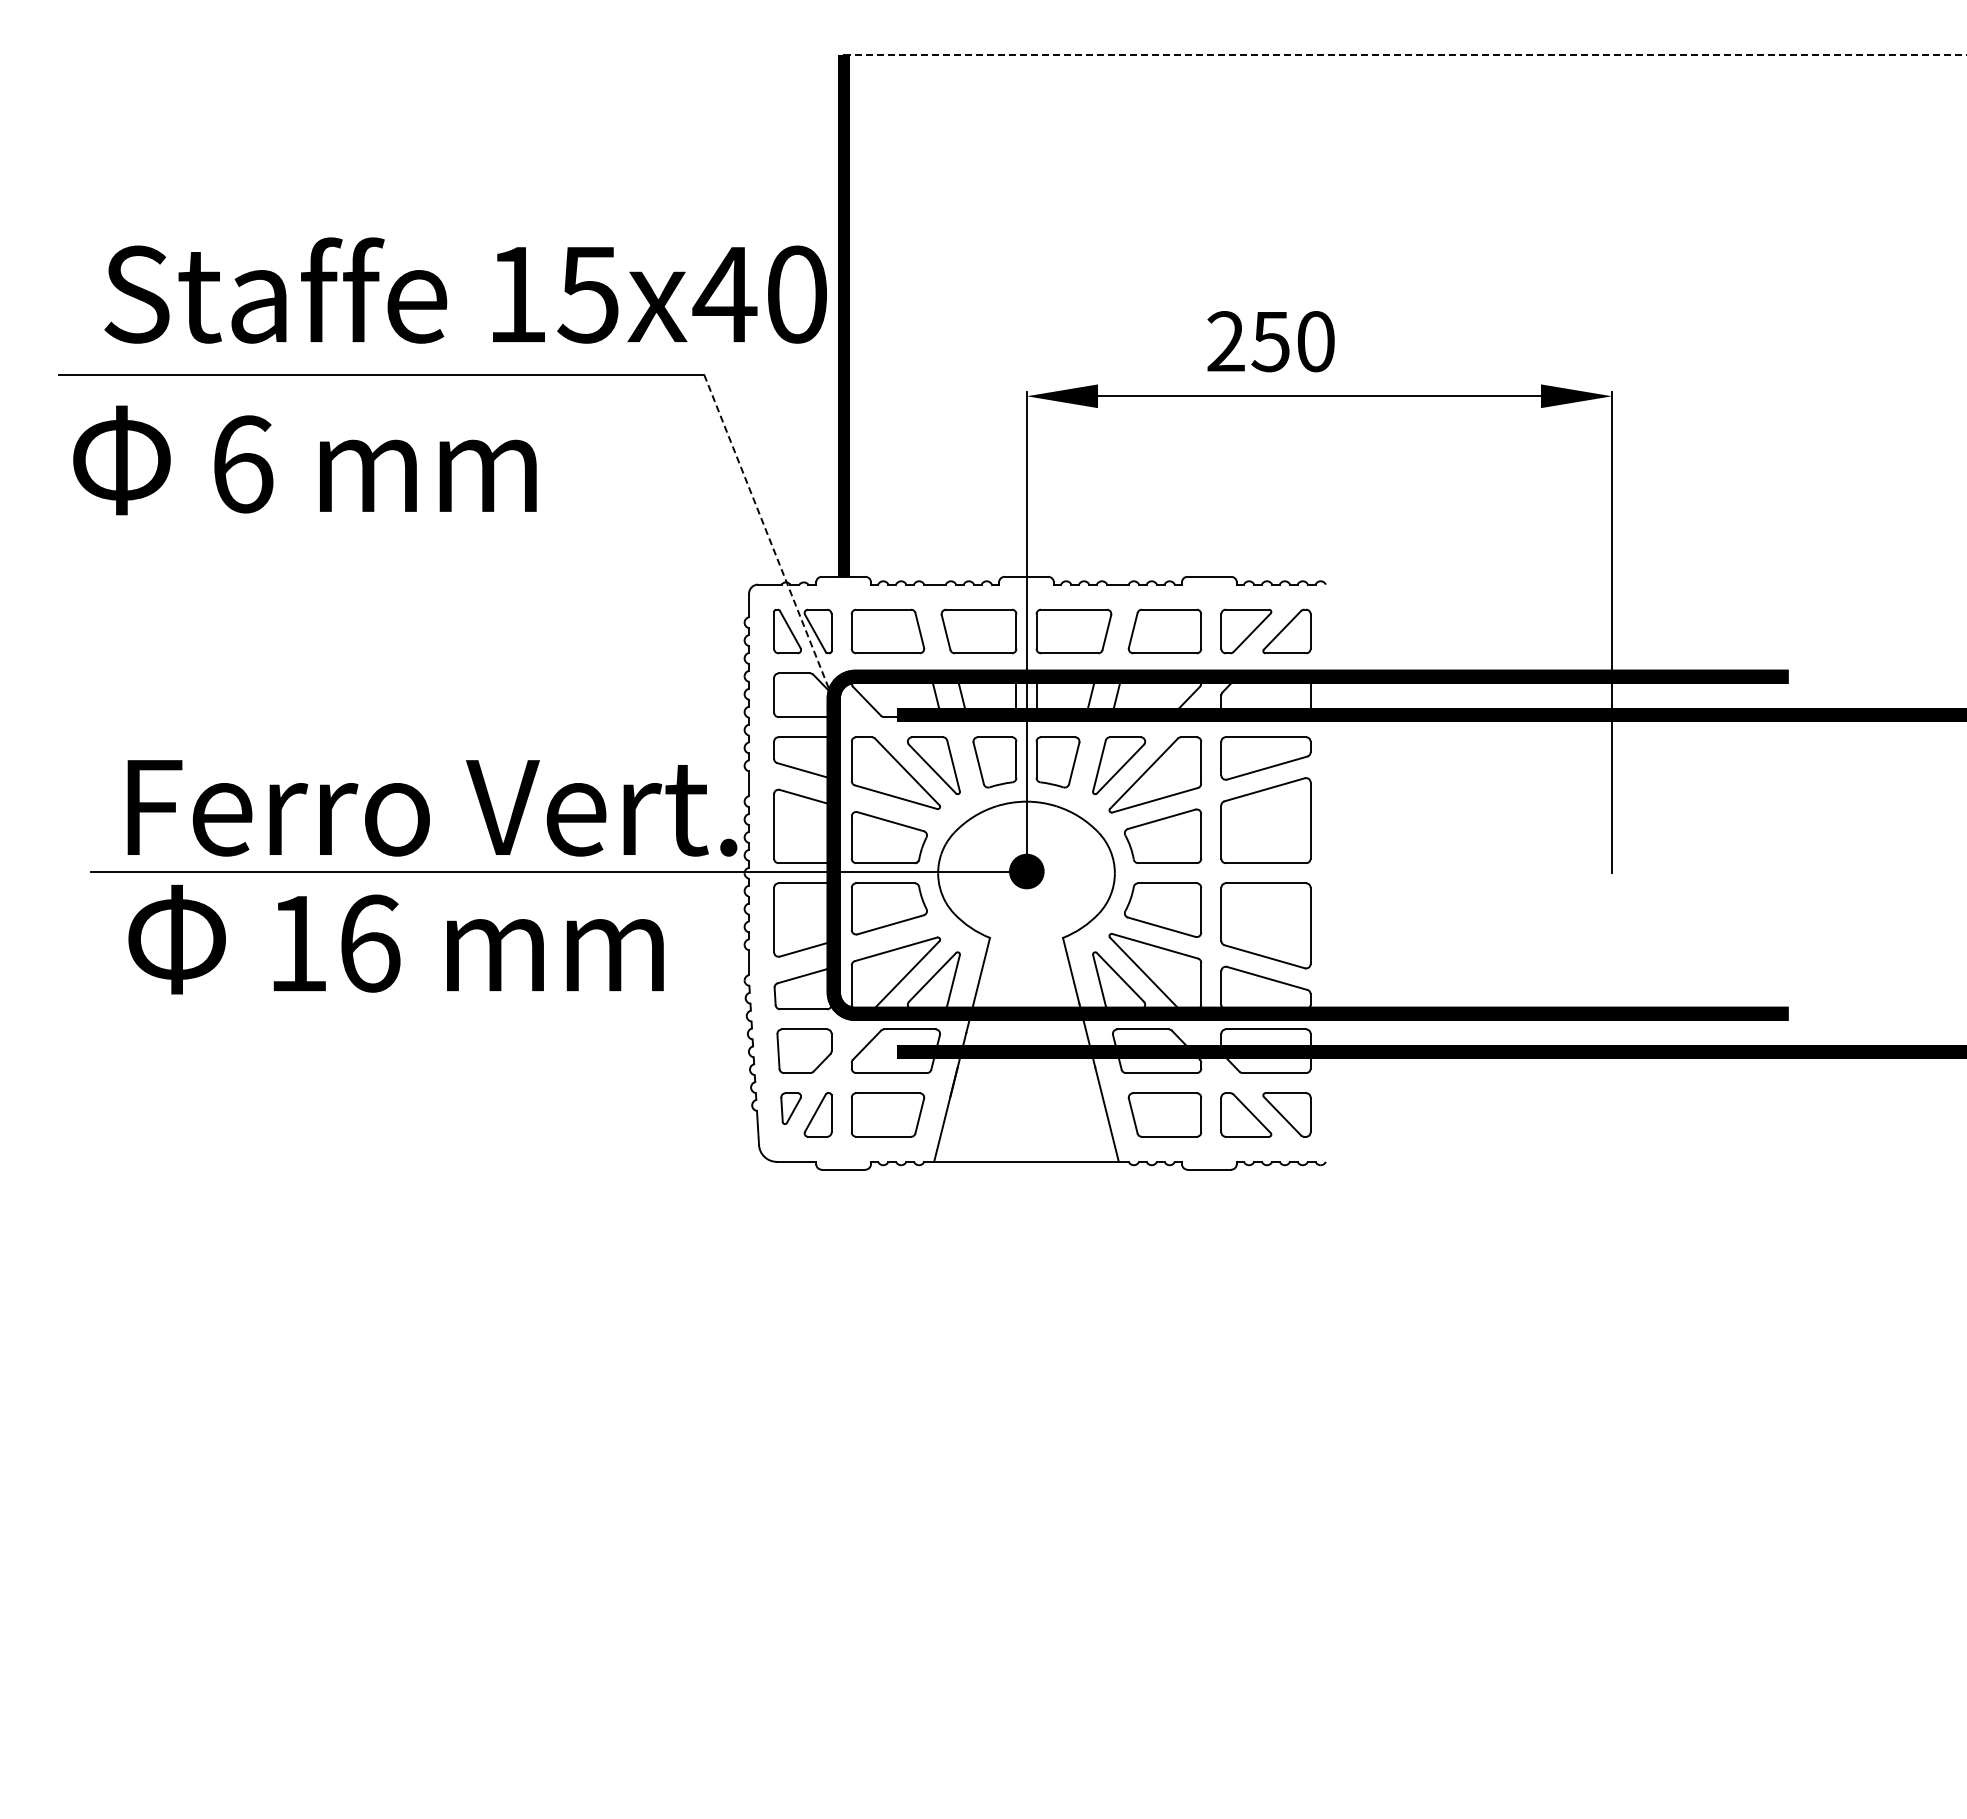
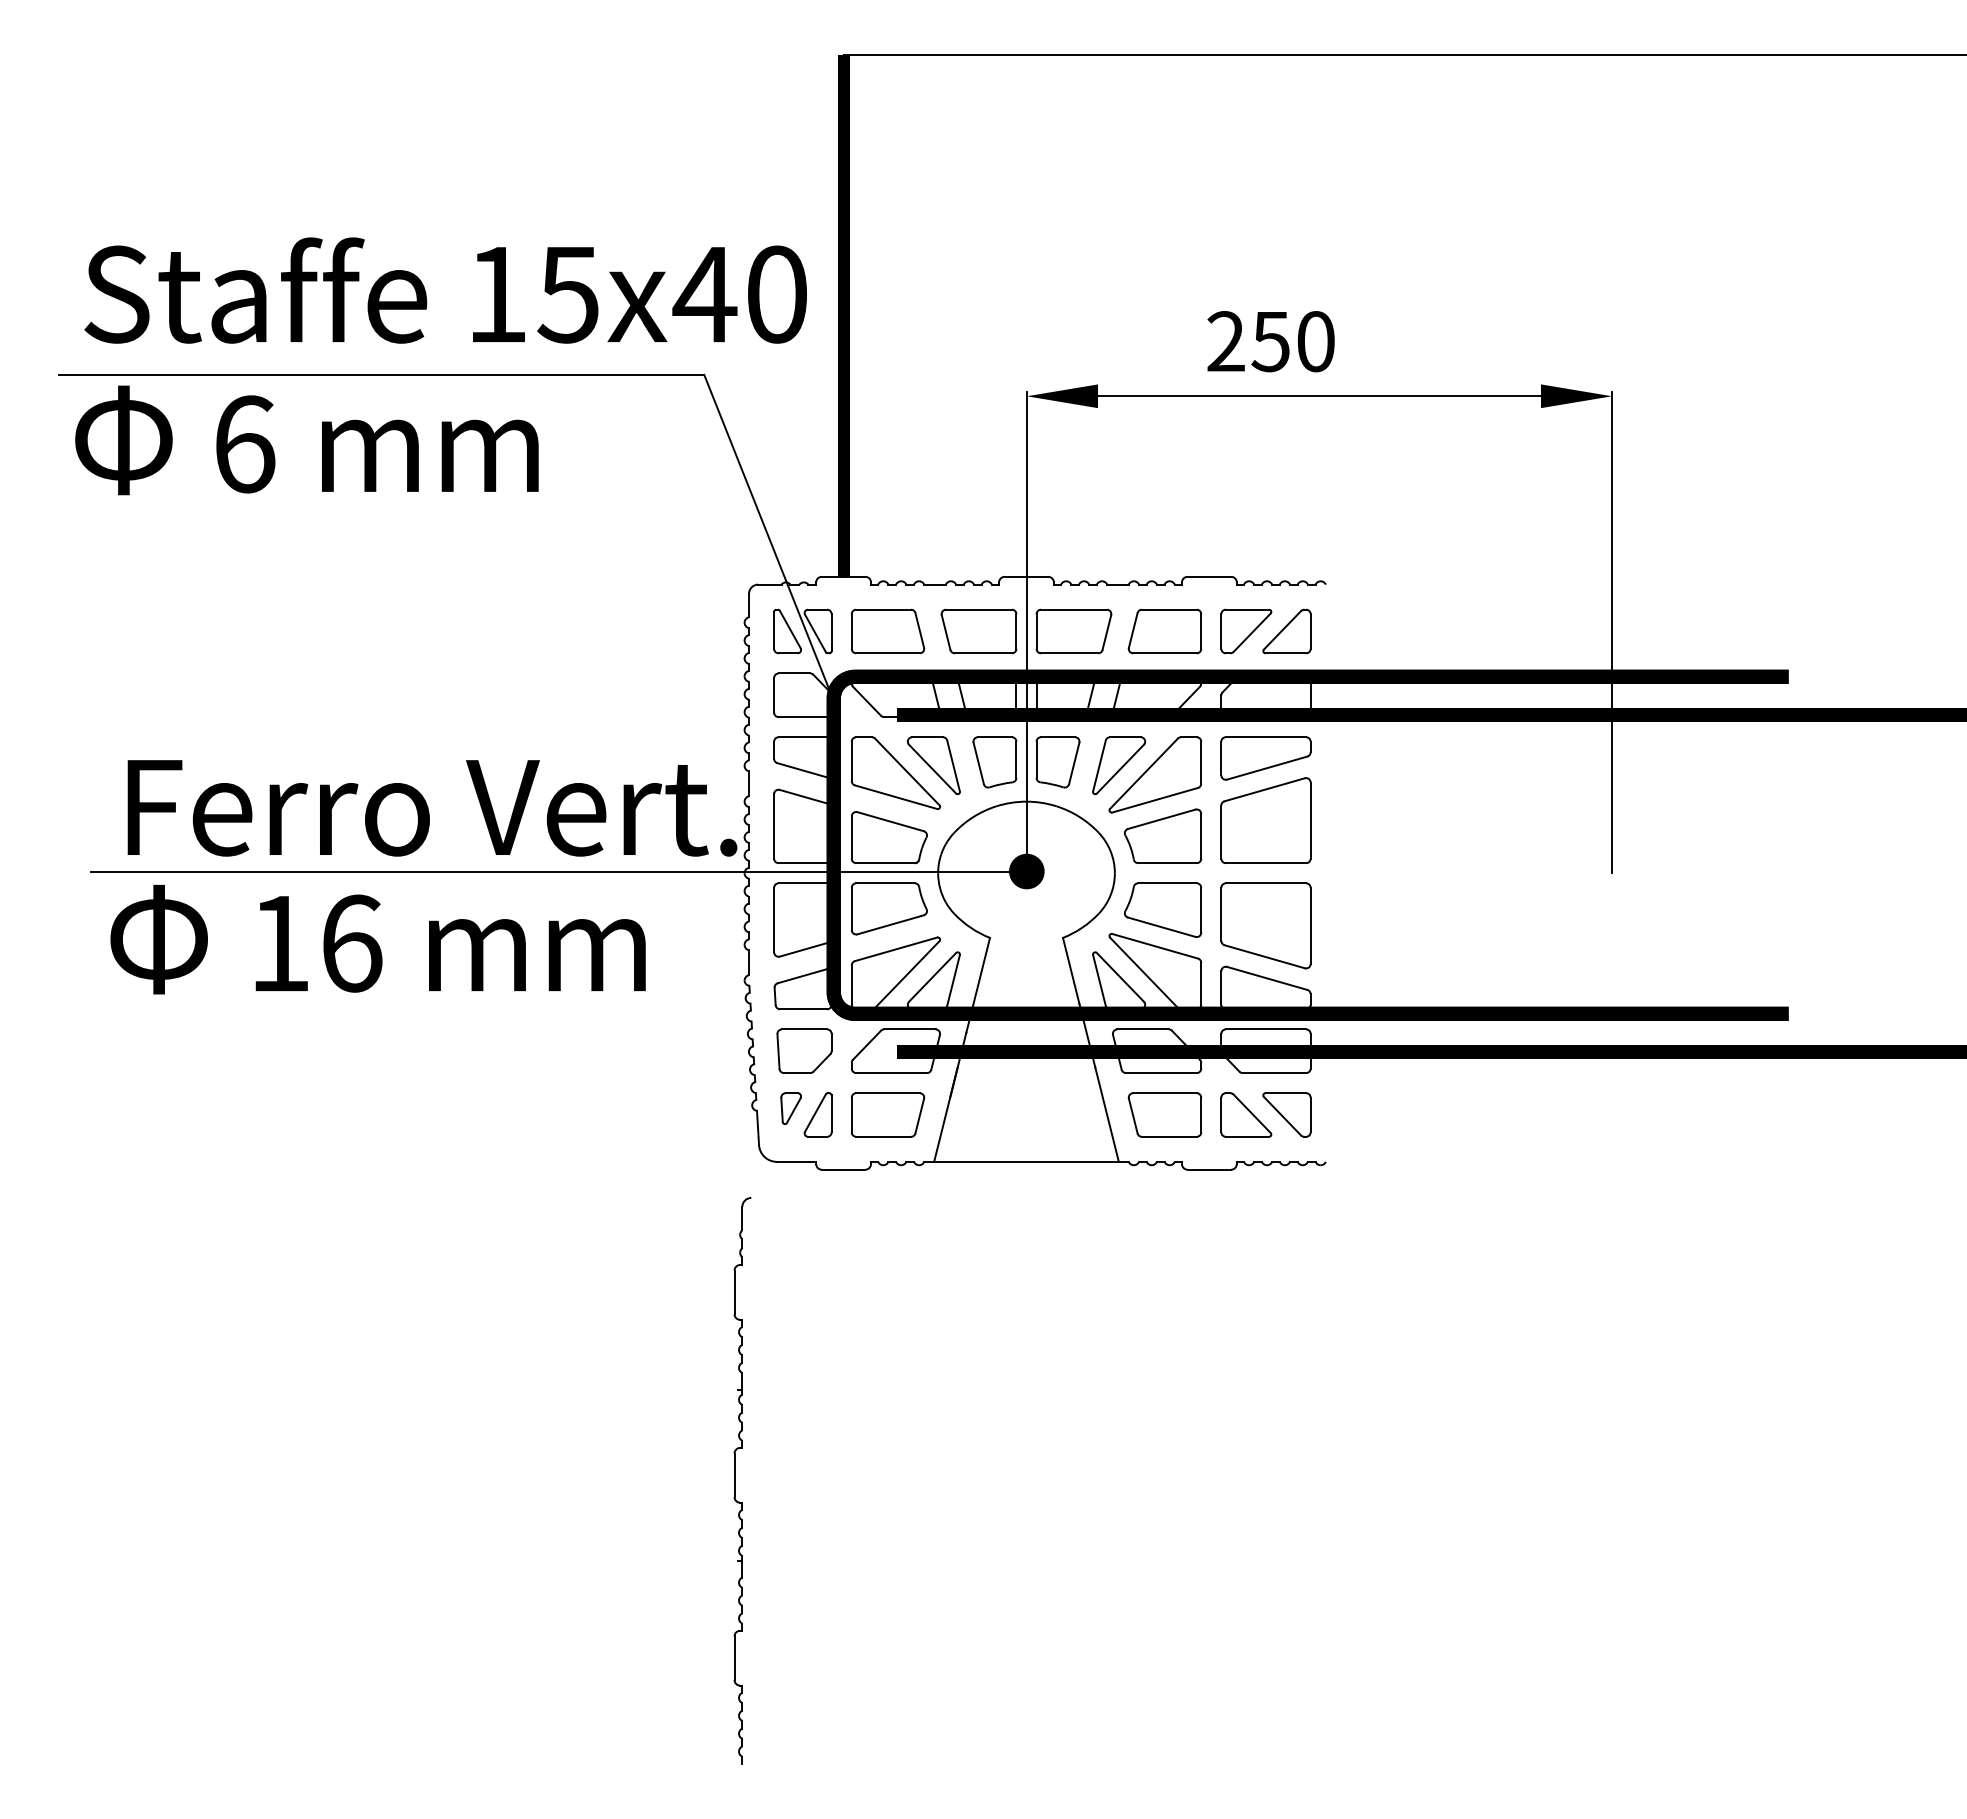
line at (1405, 54): dashed -> solid
text at (465, 290) position: (465, 290) -> (445, 290)
text at (304, 460) position: (304, 460) -> (306, 440)
line at (767, 533): dashed -> solid
text at (395, 939) position: (395, 939) -> (377, 939)
part at (735, 1480): none -> present
